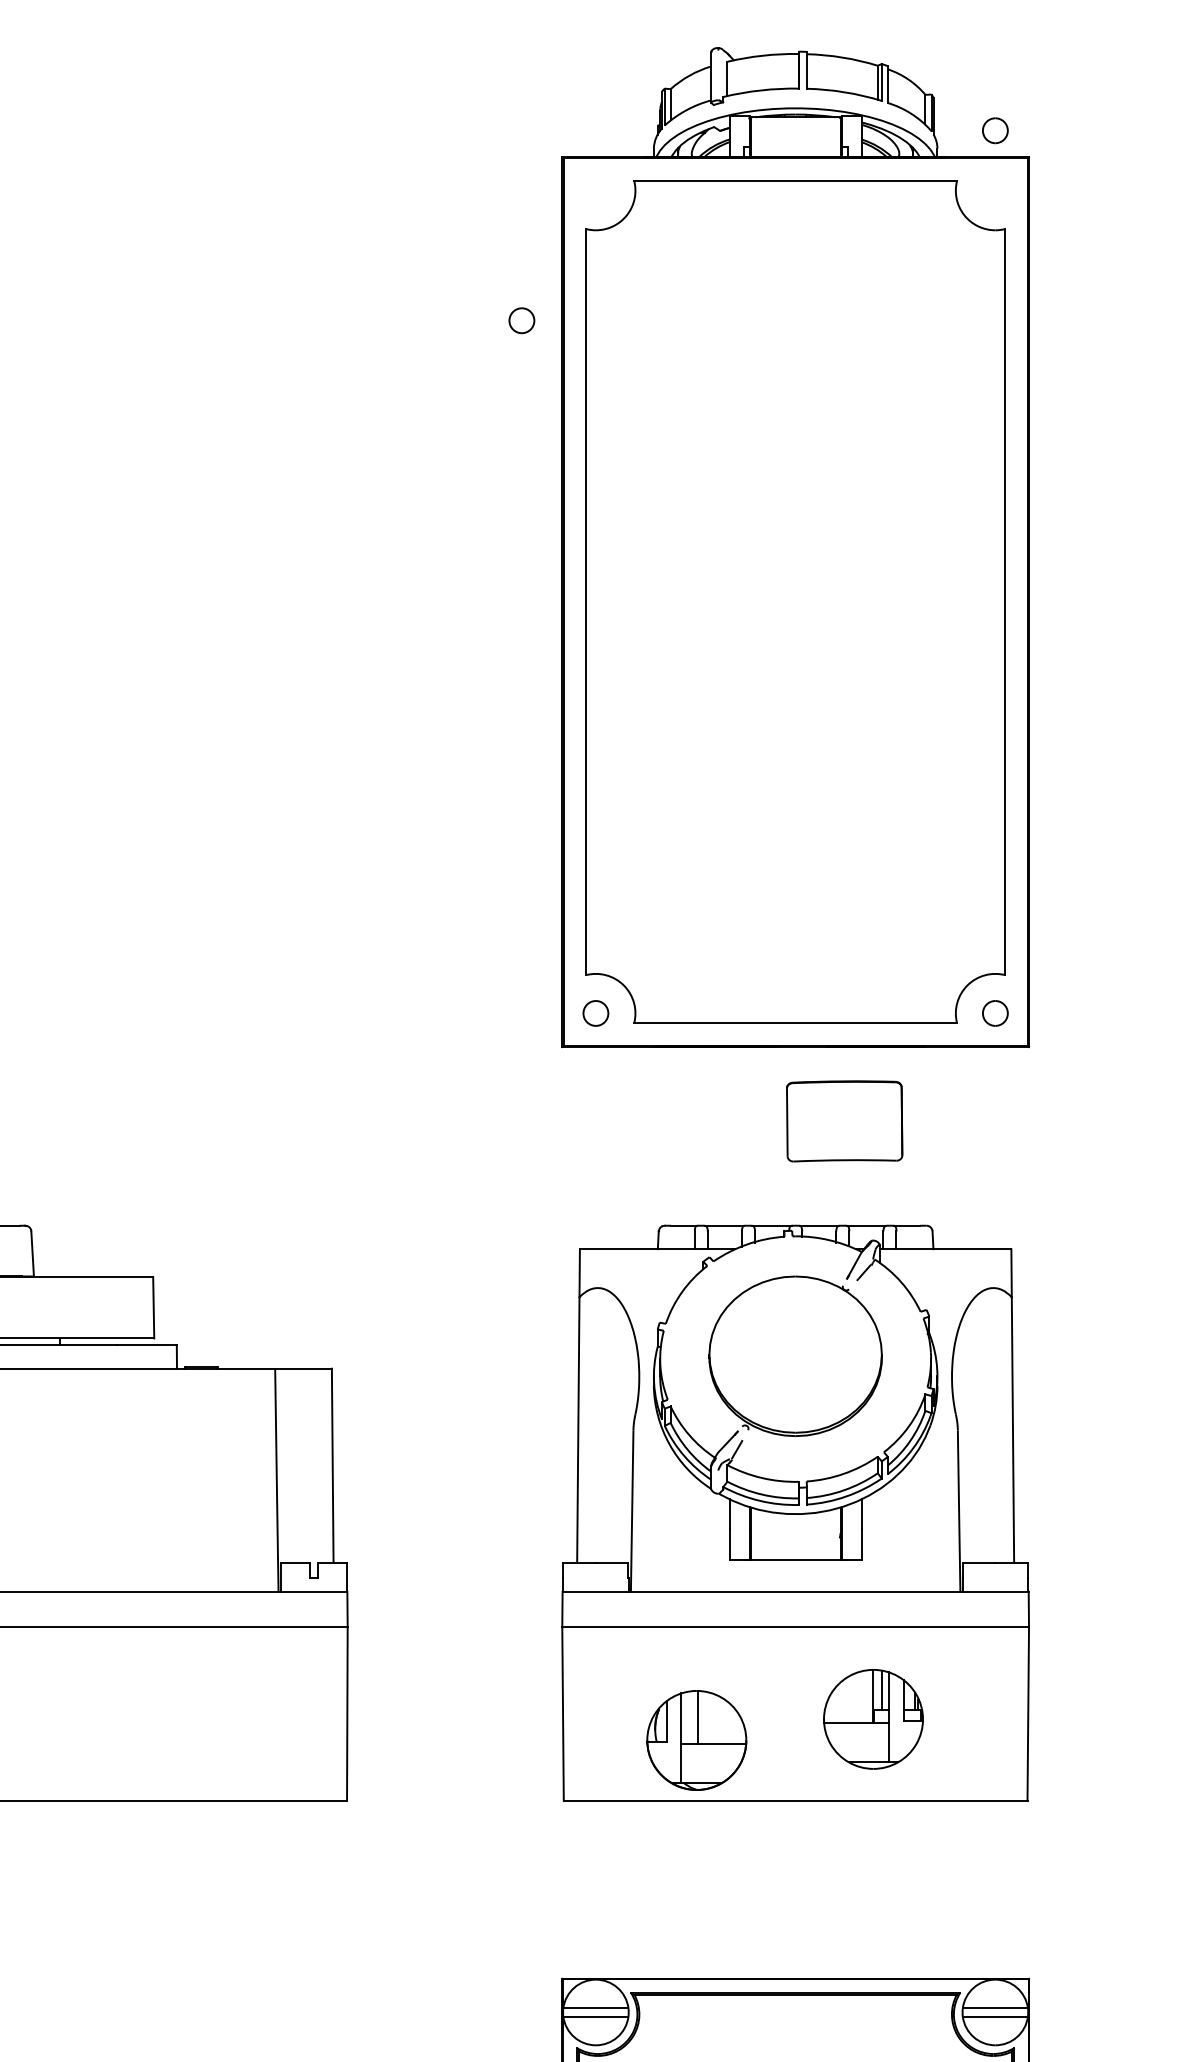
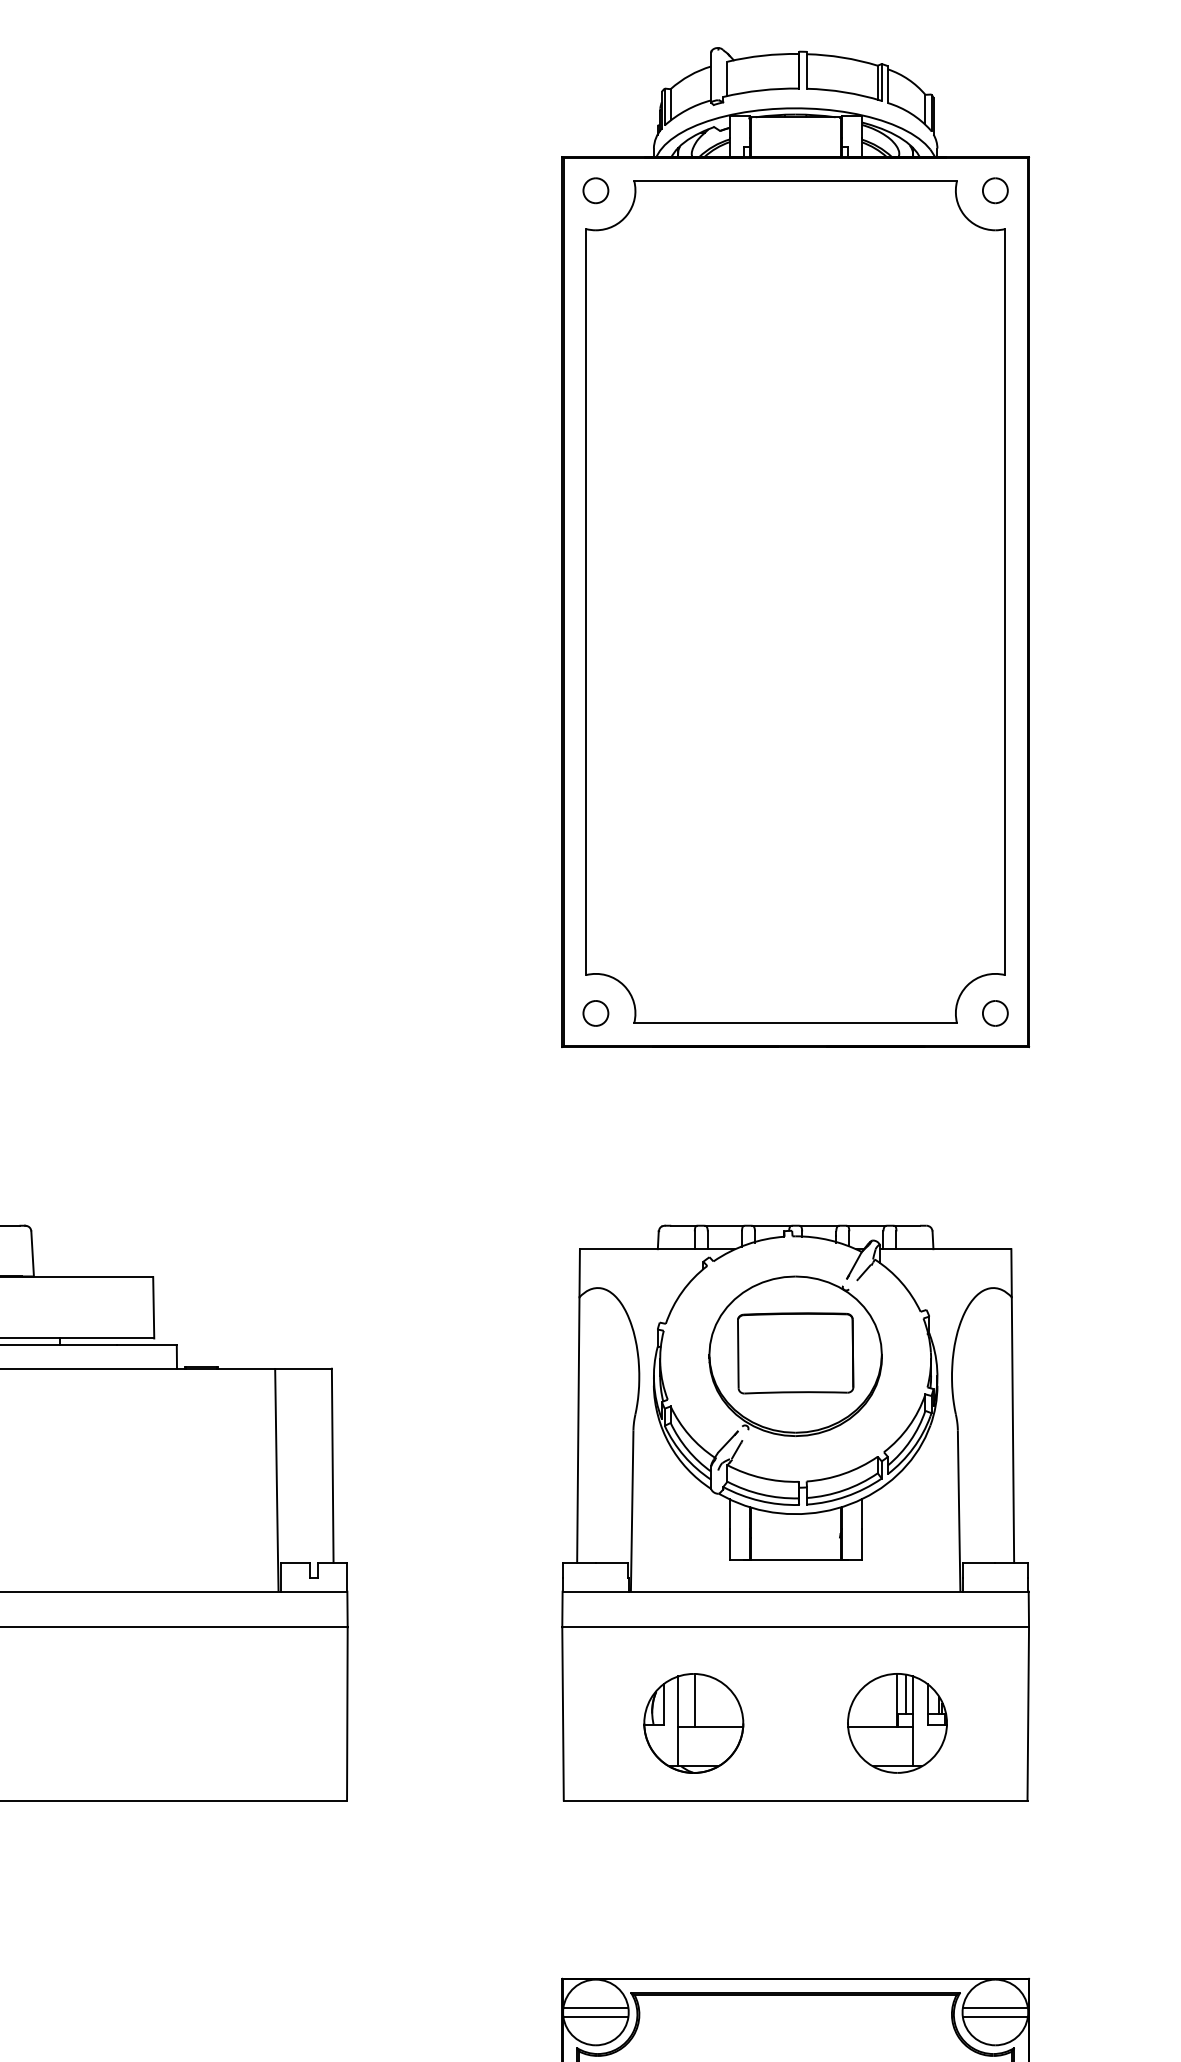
part at (995, 130) position: (995, 130) -> (995, 190)
part at (521, 320) position: (521, 320) -> (595, 190)
part at (844, 1121) position: (844, 1121) -> (795, 1353)
part at (873, 1719) position: (873, 1719) -> (897, 1723)
part at (696, 1740) position: (696, 1740) -> (693, 1723)
